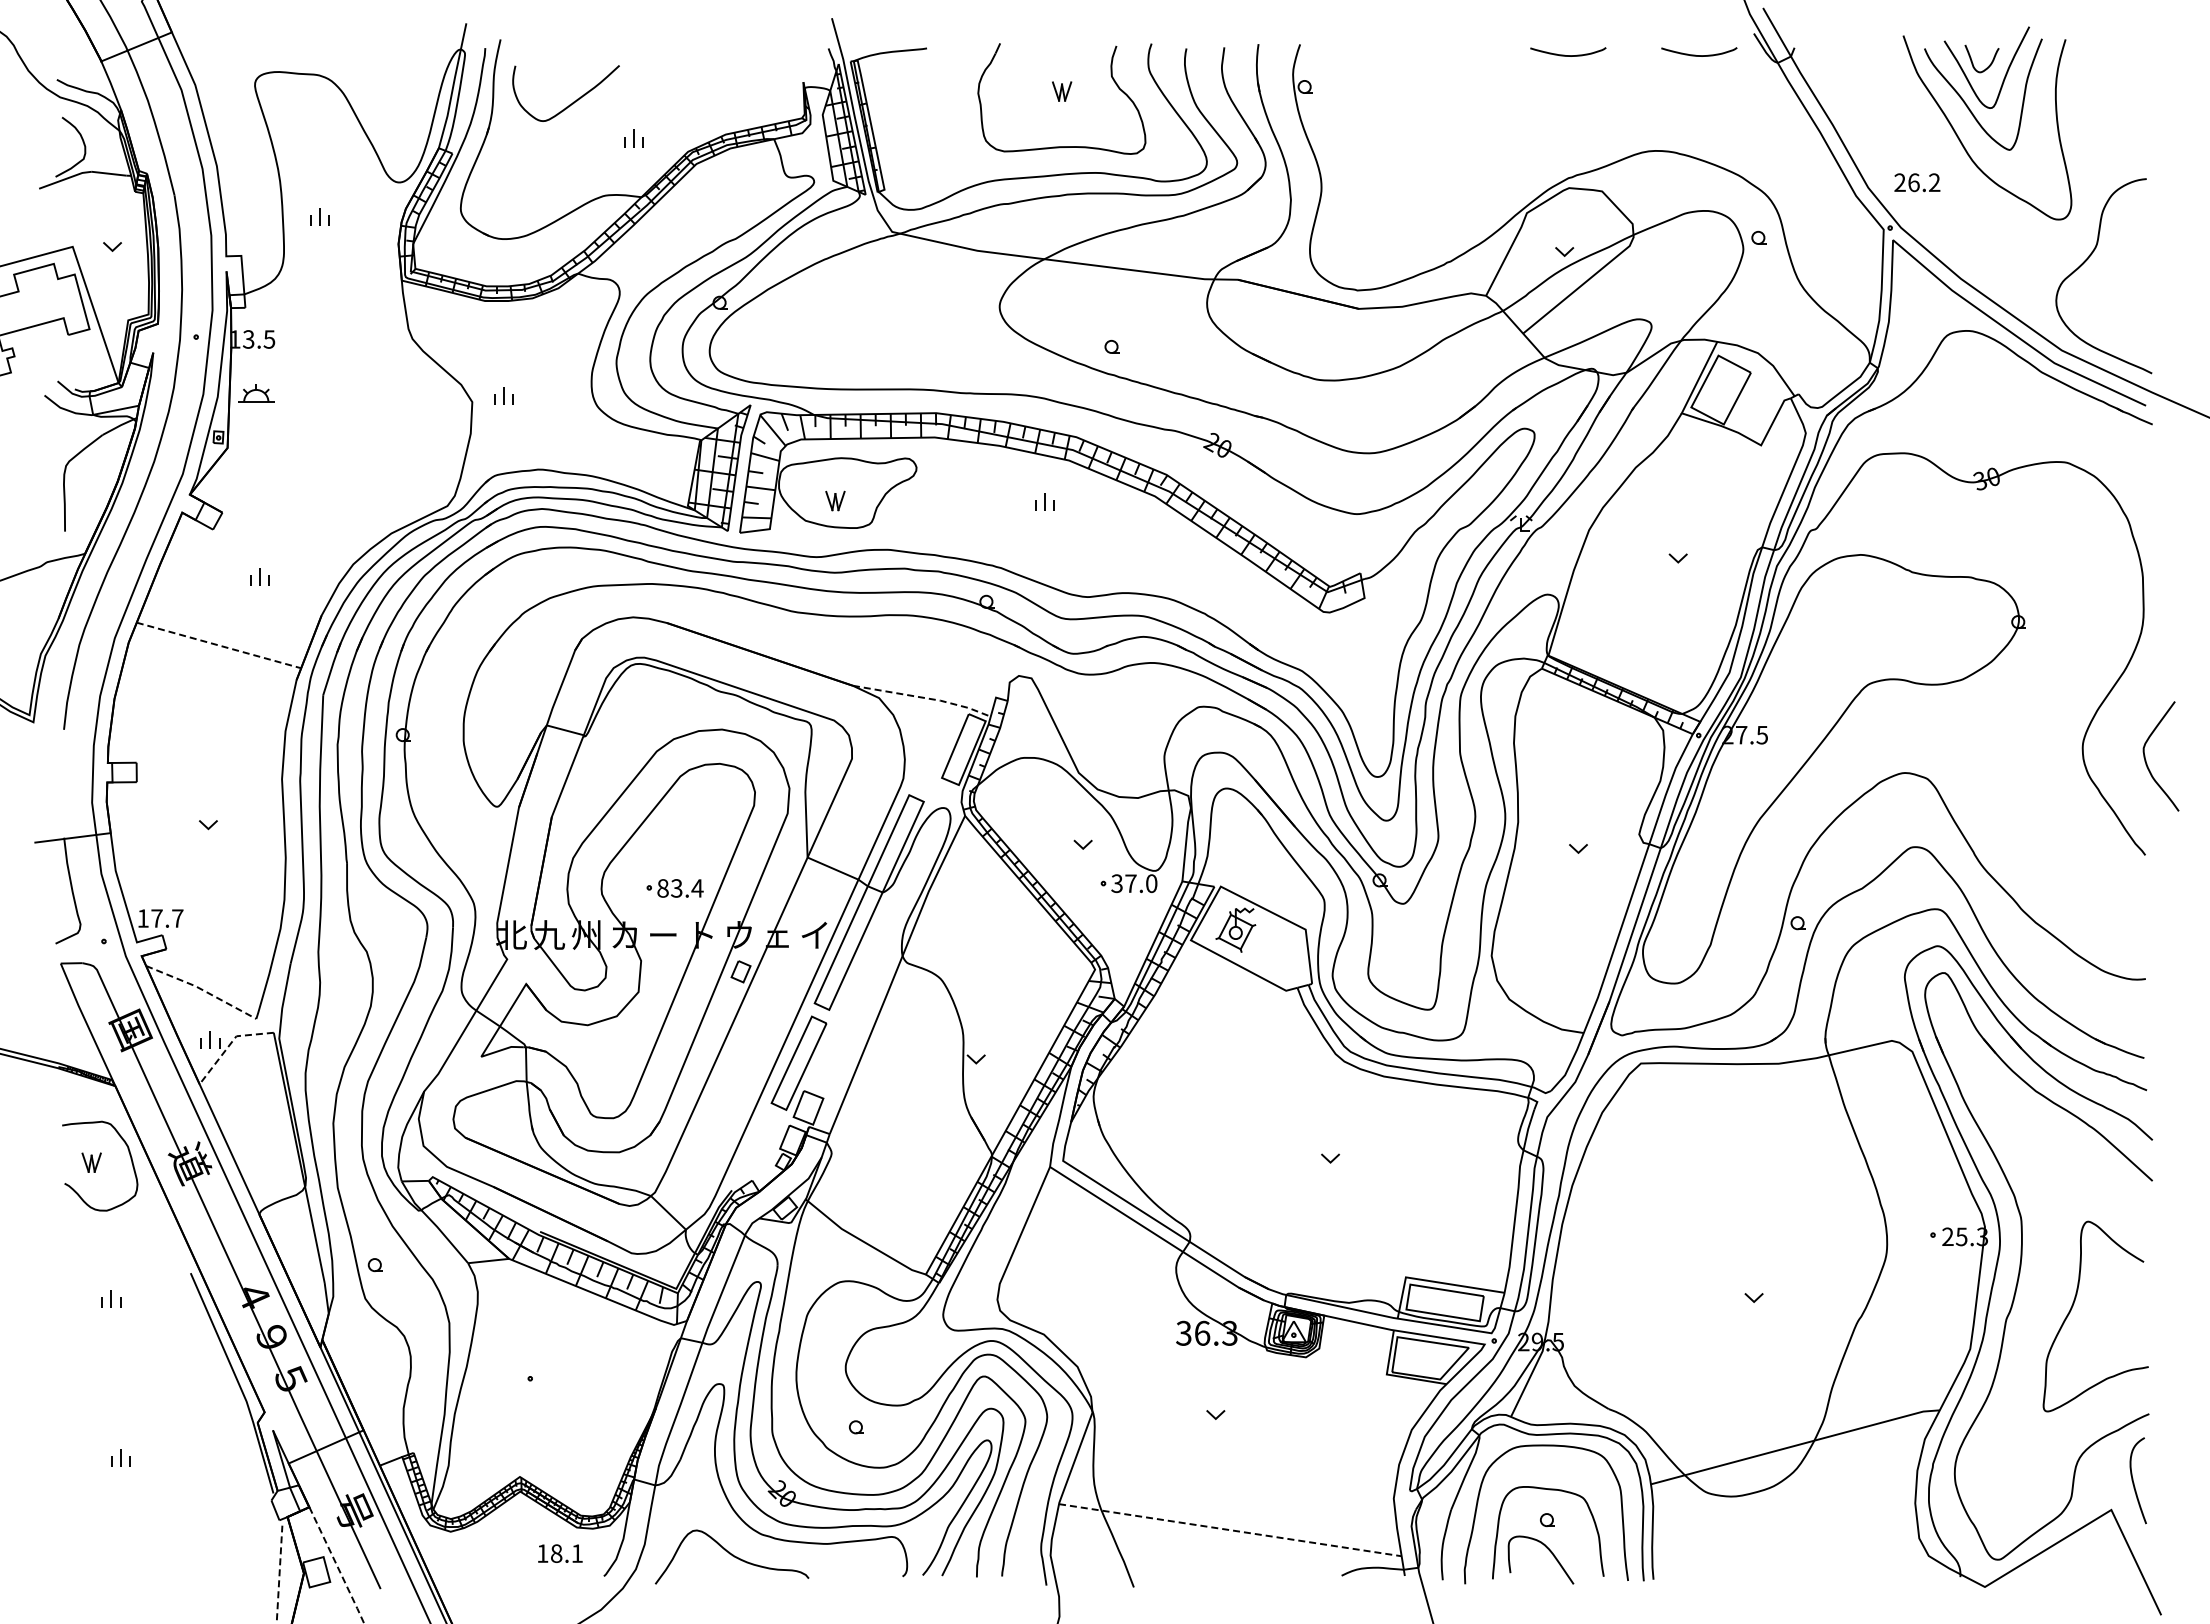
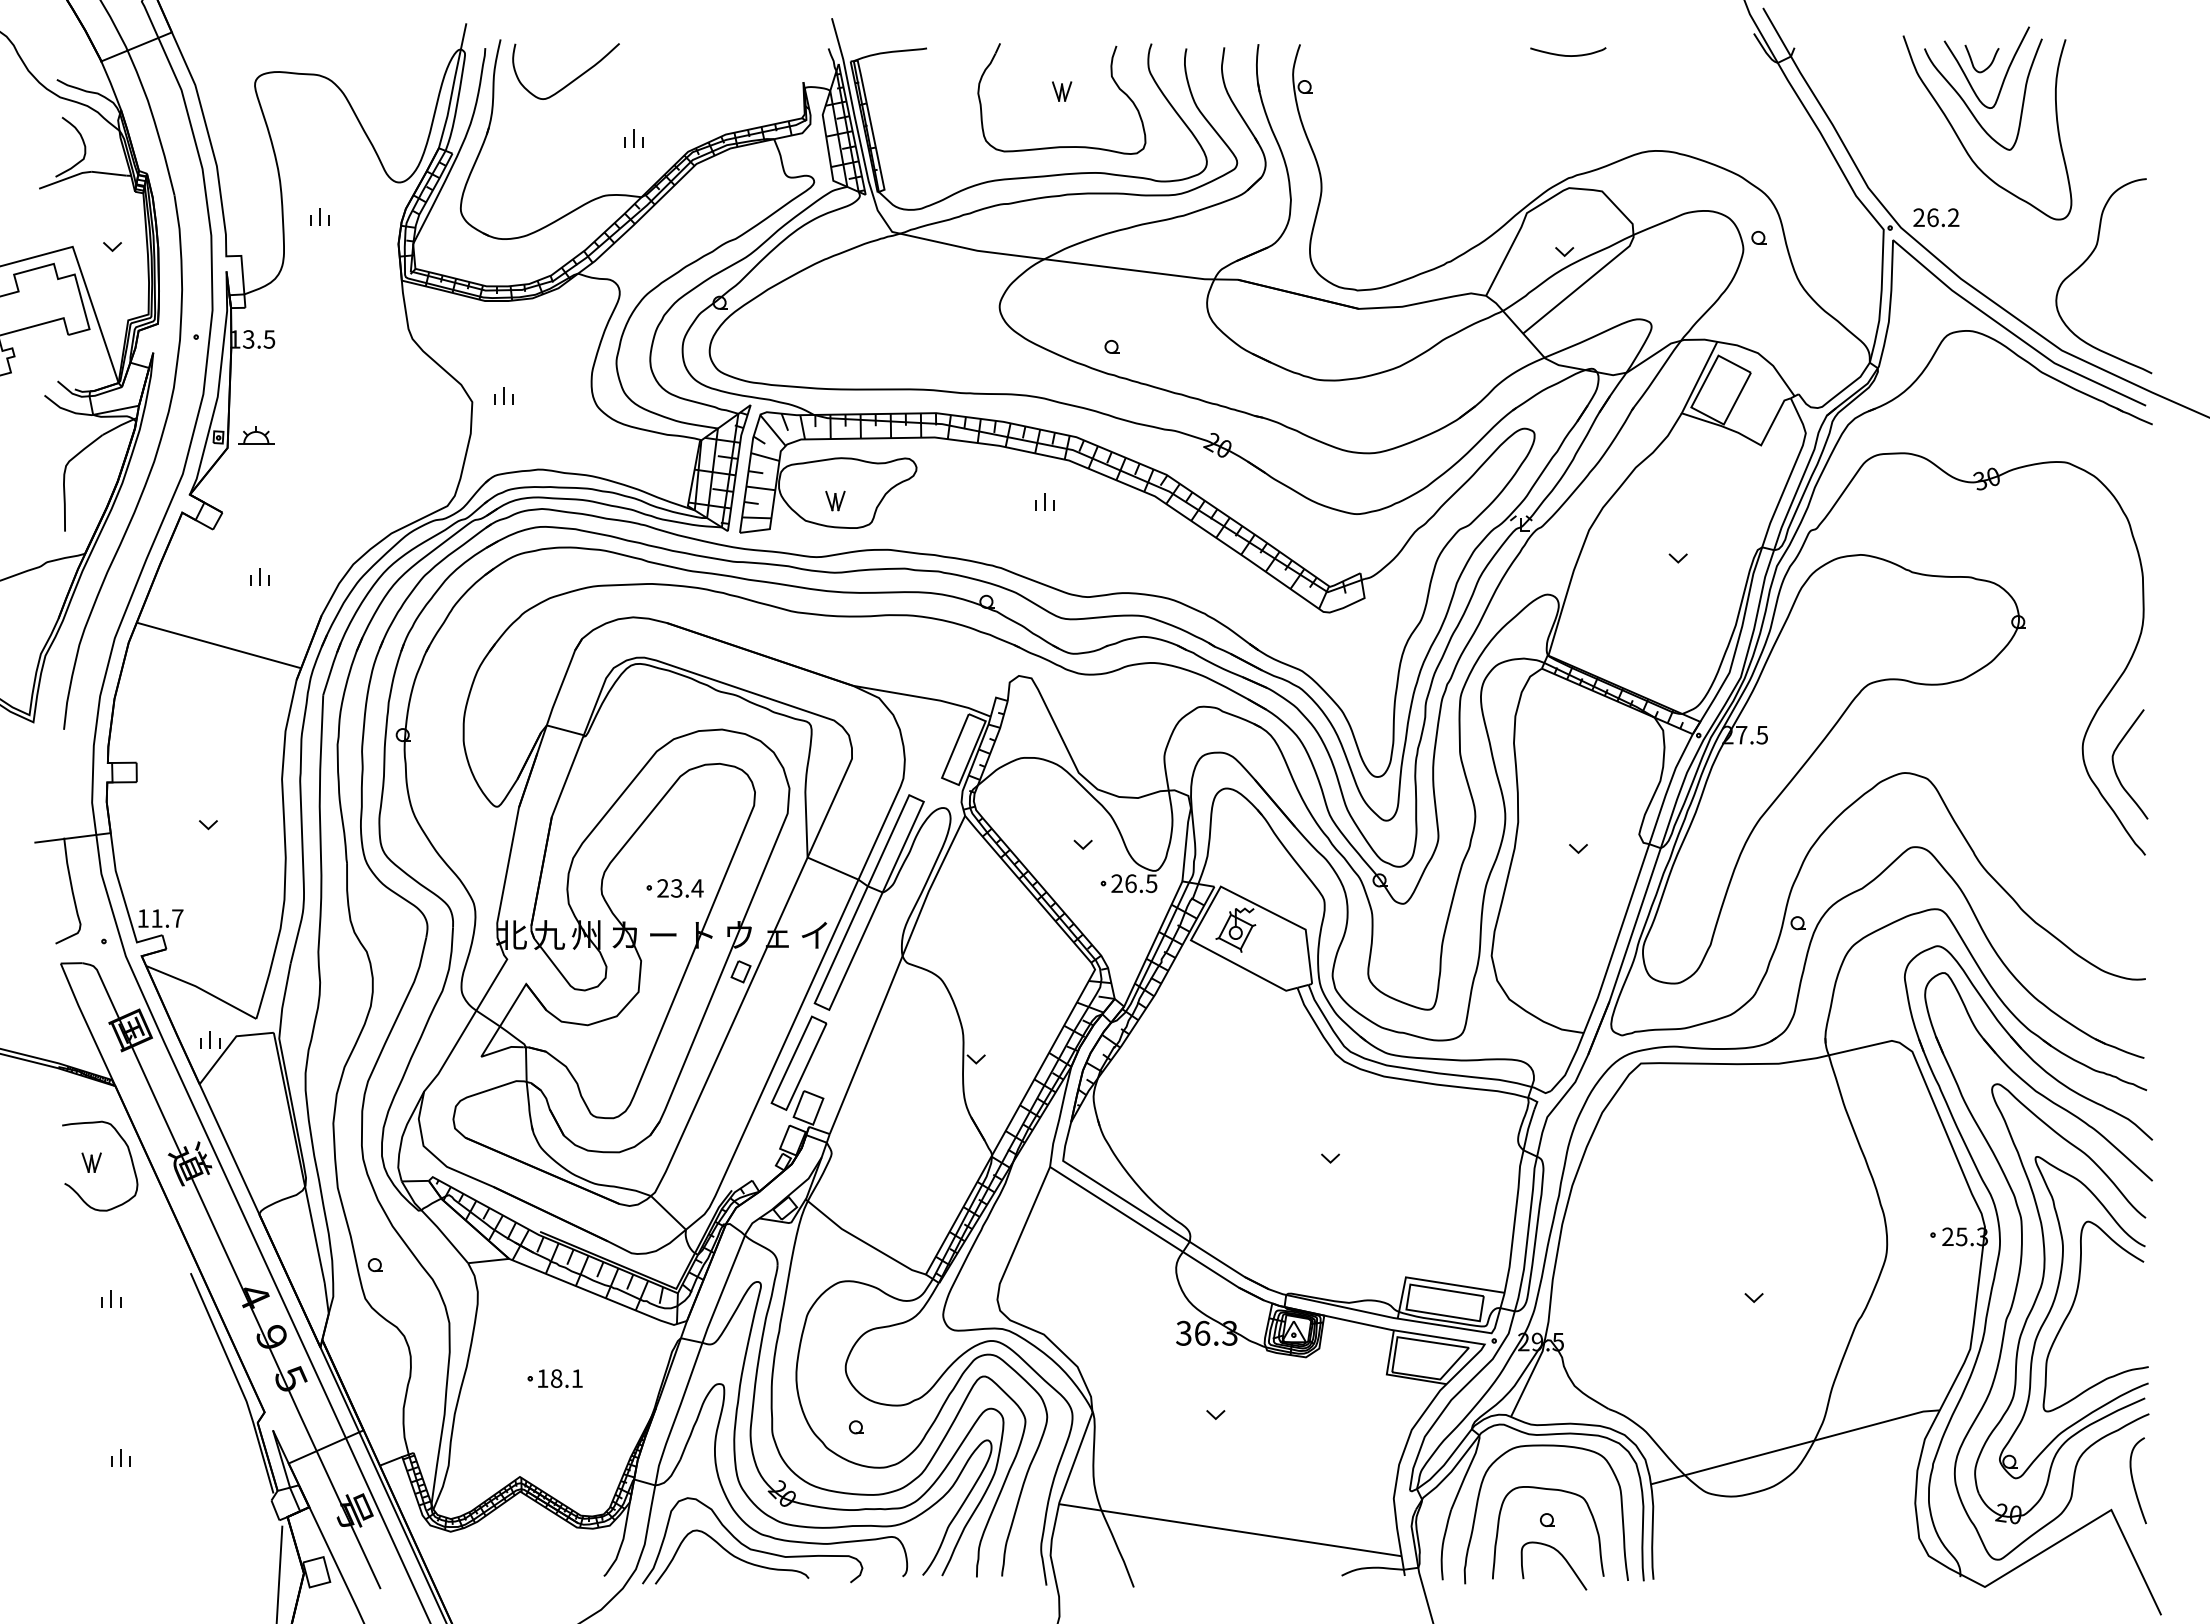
curve at (1699, 55): present -> none
curve at (573, 101) position: (573, 101) -> (573, 79)
text at (1917, 182) position: (1917, 182) -> (1936, 217)
part at (256, 393) position: (256, 393) -> (256, 435)
line at (219, 645): dashed -> solid
line at (923, 697): dashed -> solid
curve at (2146, 760) position: (2146, 760) -> (2115, 768)
text at (1134, 883): 37.0 -> 26.5
text at (662, 888): 83.4 -> 23.4
text at (156, 918): 17.7 -> 11.7
line at (202, 989): dashed -> solid
line at (229, 1044): dashed -> solid
part at (2055, 1300): none -> present
line at (1229, 1530): dashed -> solid
curve at (748, 1546): none -> present
curve at (1548, 1550) position: (1548, 1550) -> (1561, 1556)
text at (560, 1553) position: (560, 1553) -> (560, 1378)
line at (337, 1566): dashed -> solid
line at (279, 1574): dashed -> solid
